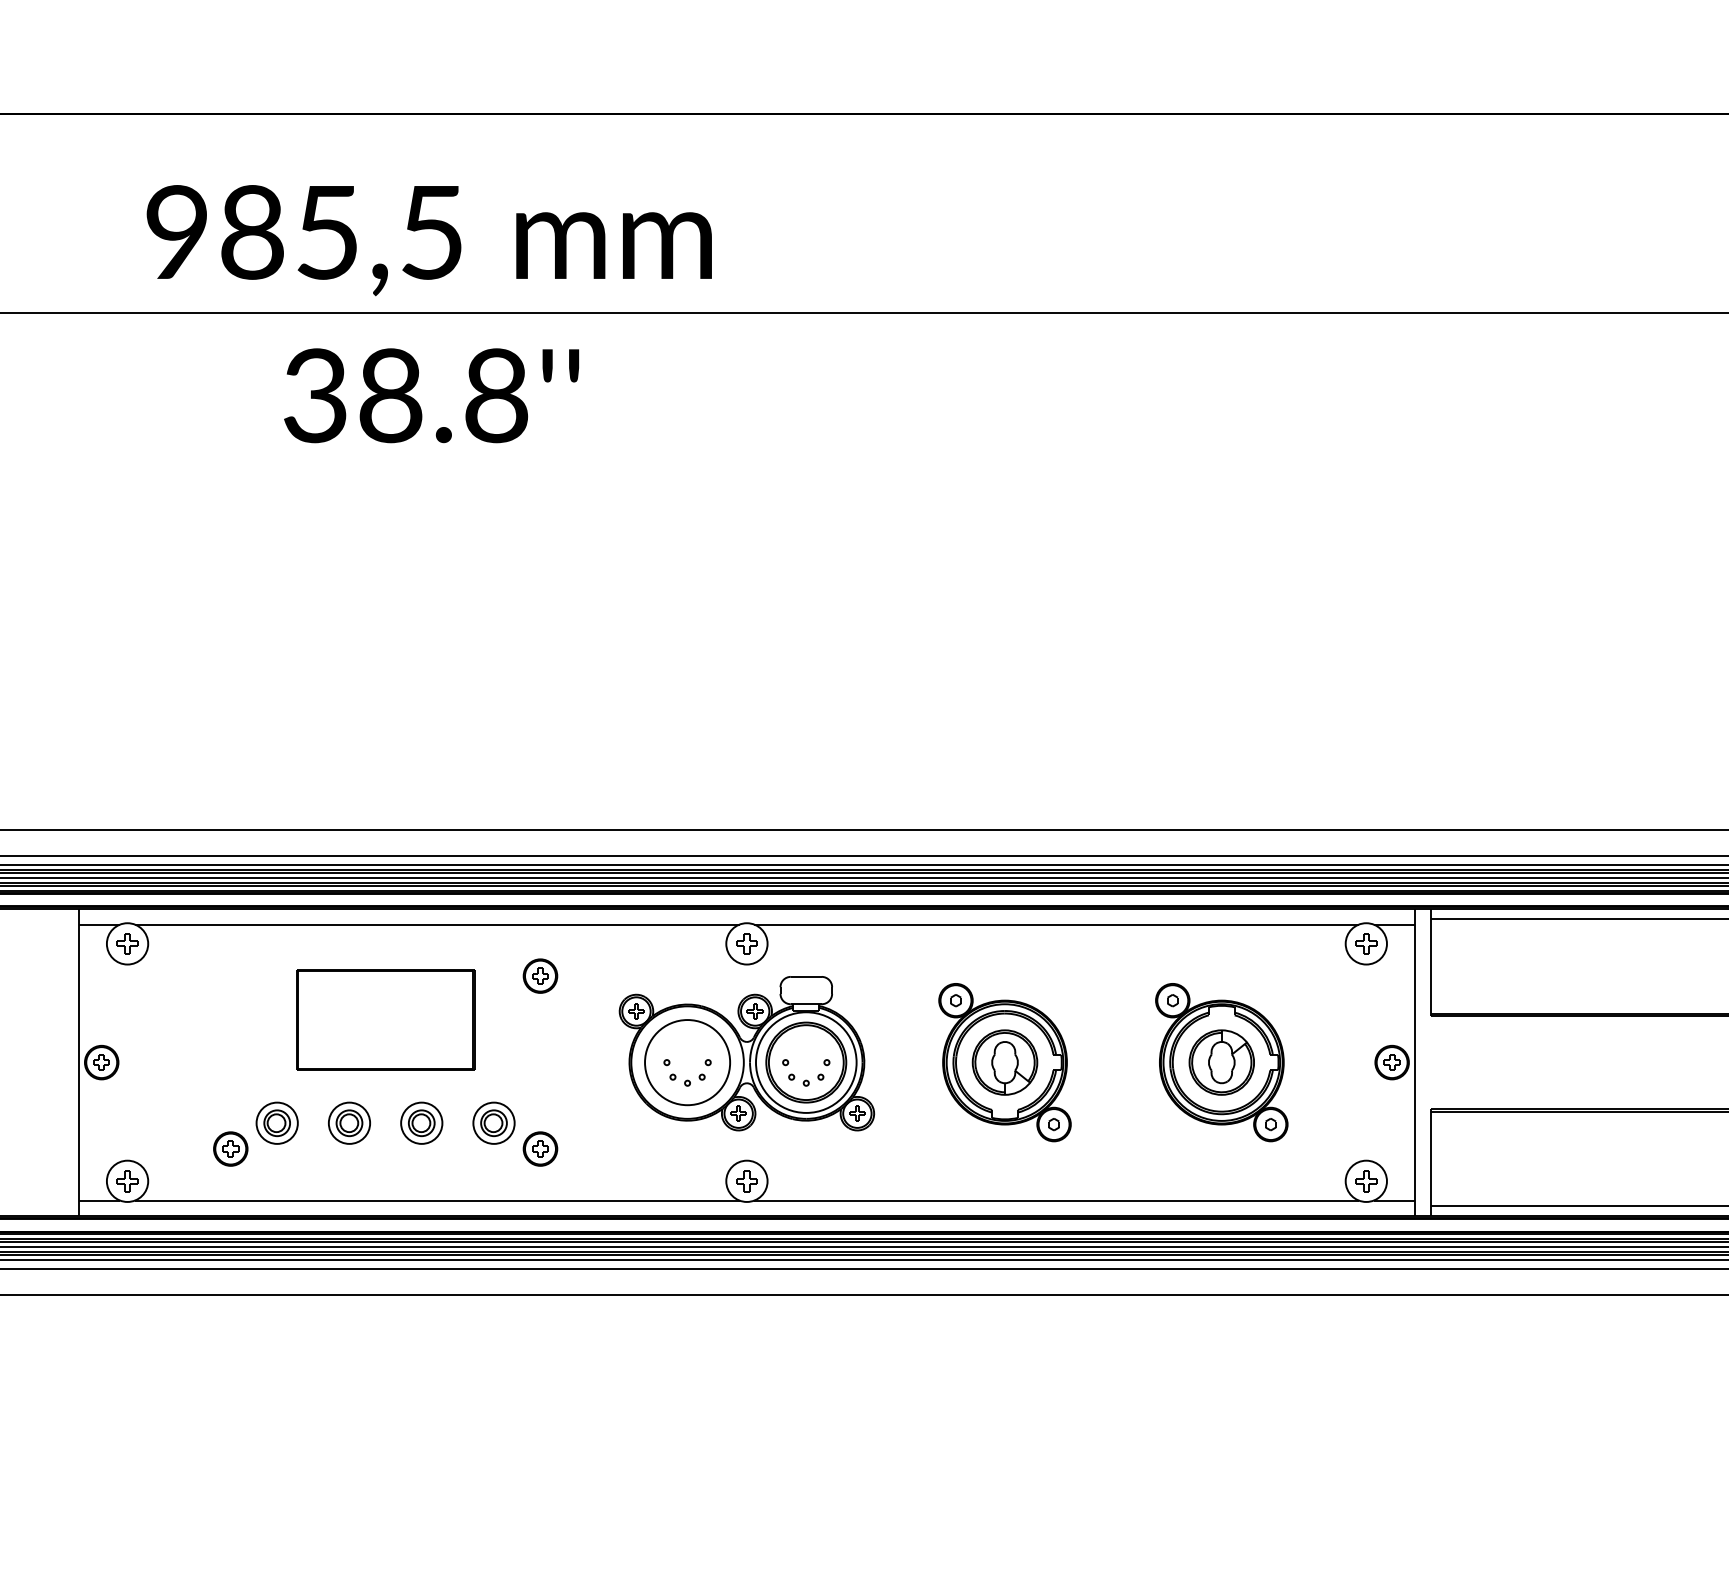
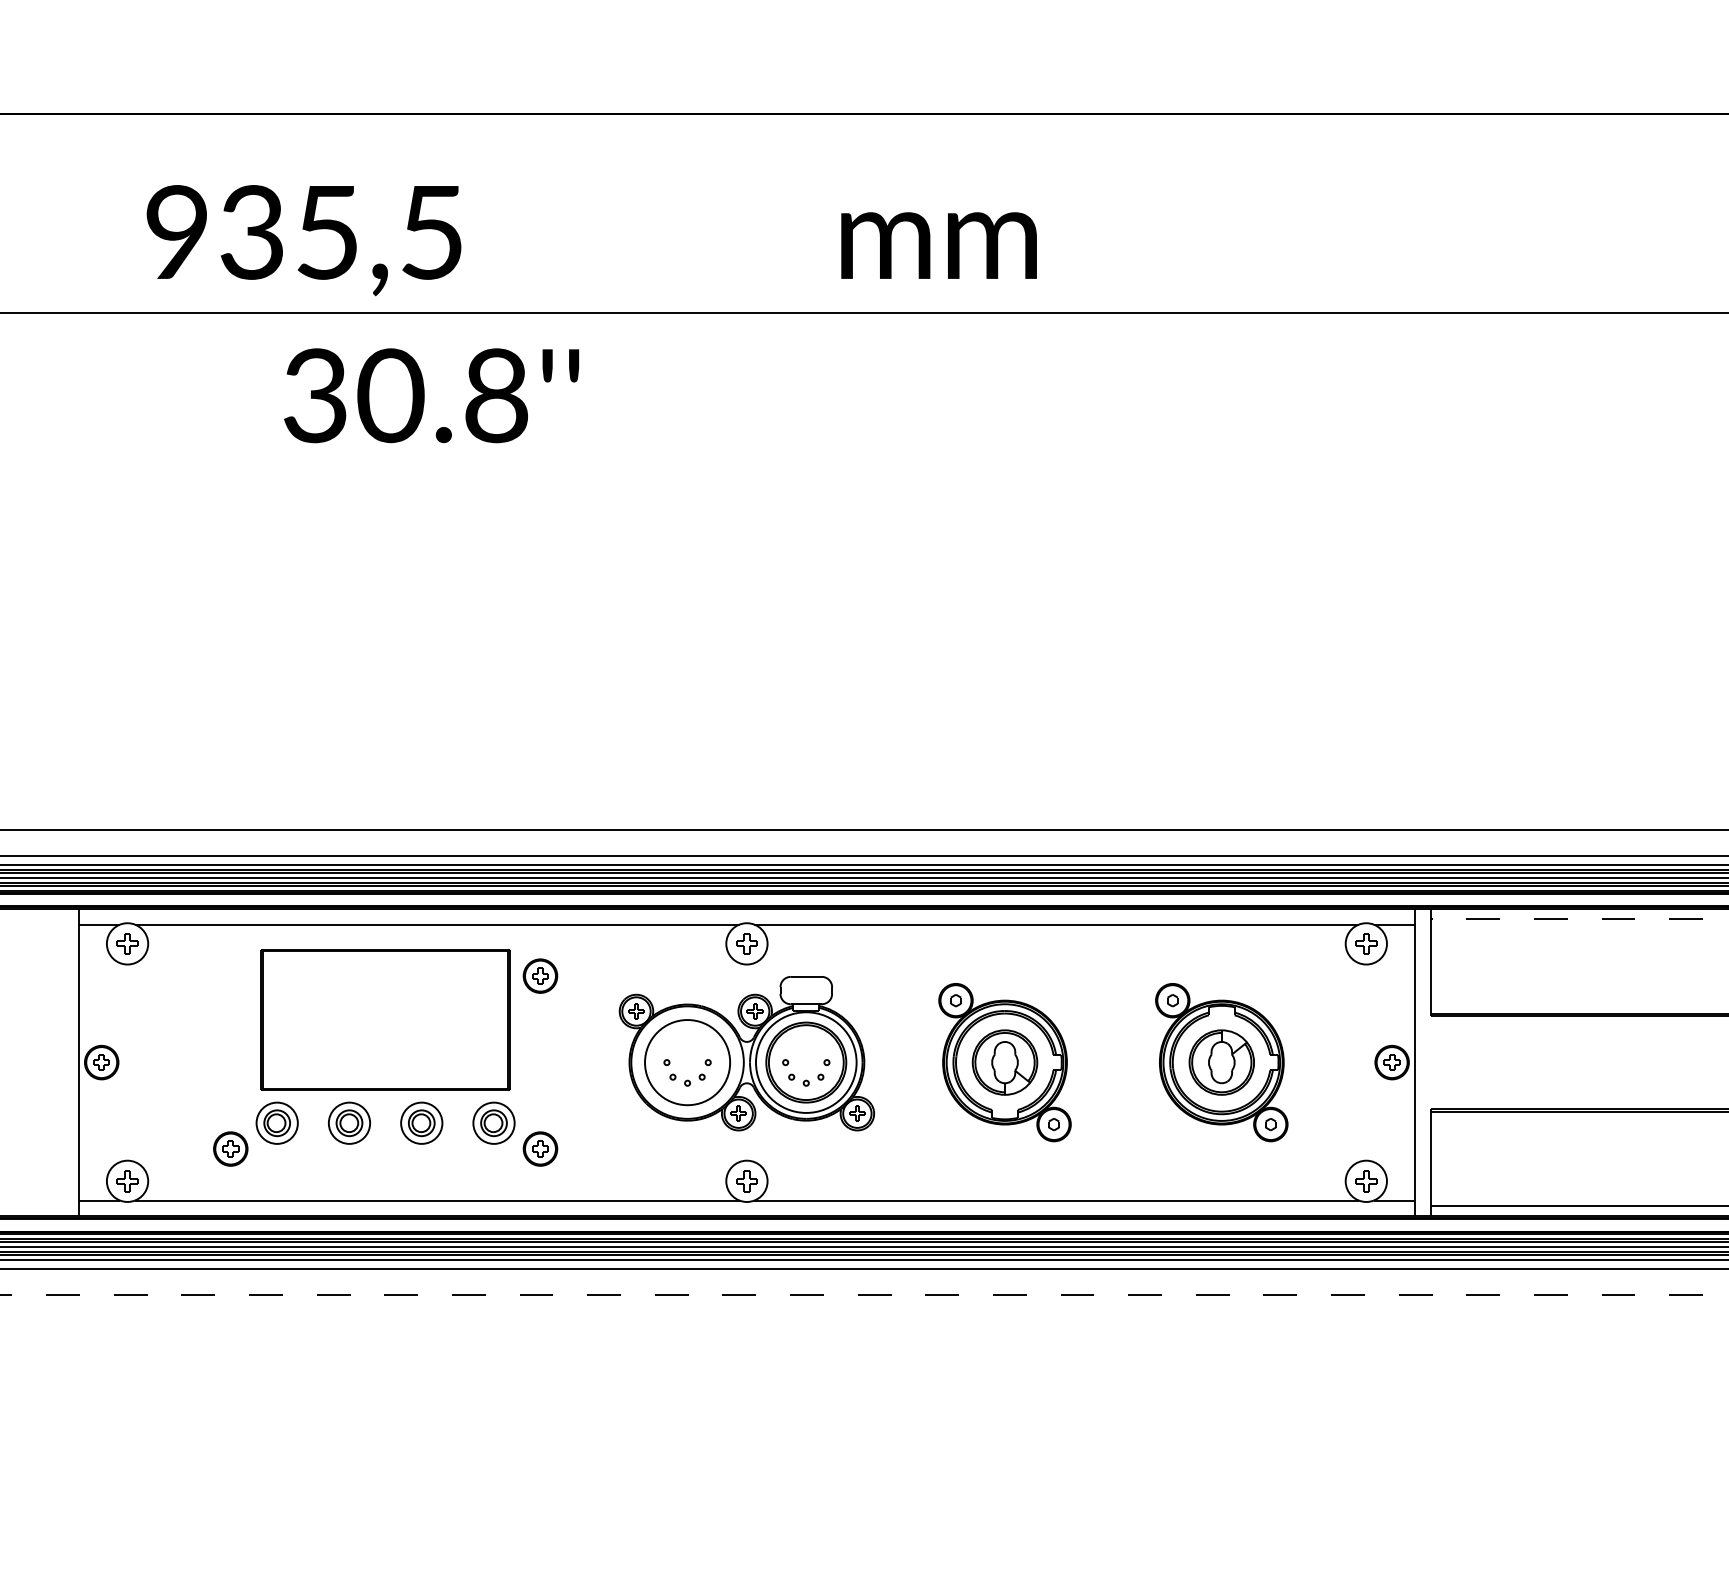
text at (251, 232): 985,5 -> 935,5
text at (613, 245) position: (613, 245) -> (938, 245)
text at (390, 395): 38.8'' -> 30.8''
line at (1579, 919): solid -> dashed
part at (385, 1019) size: 180x102 px -> 251x142 px
line at (864, 1294): solid -> dashed
